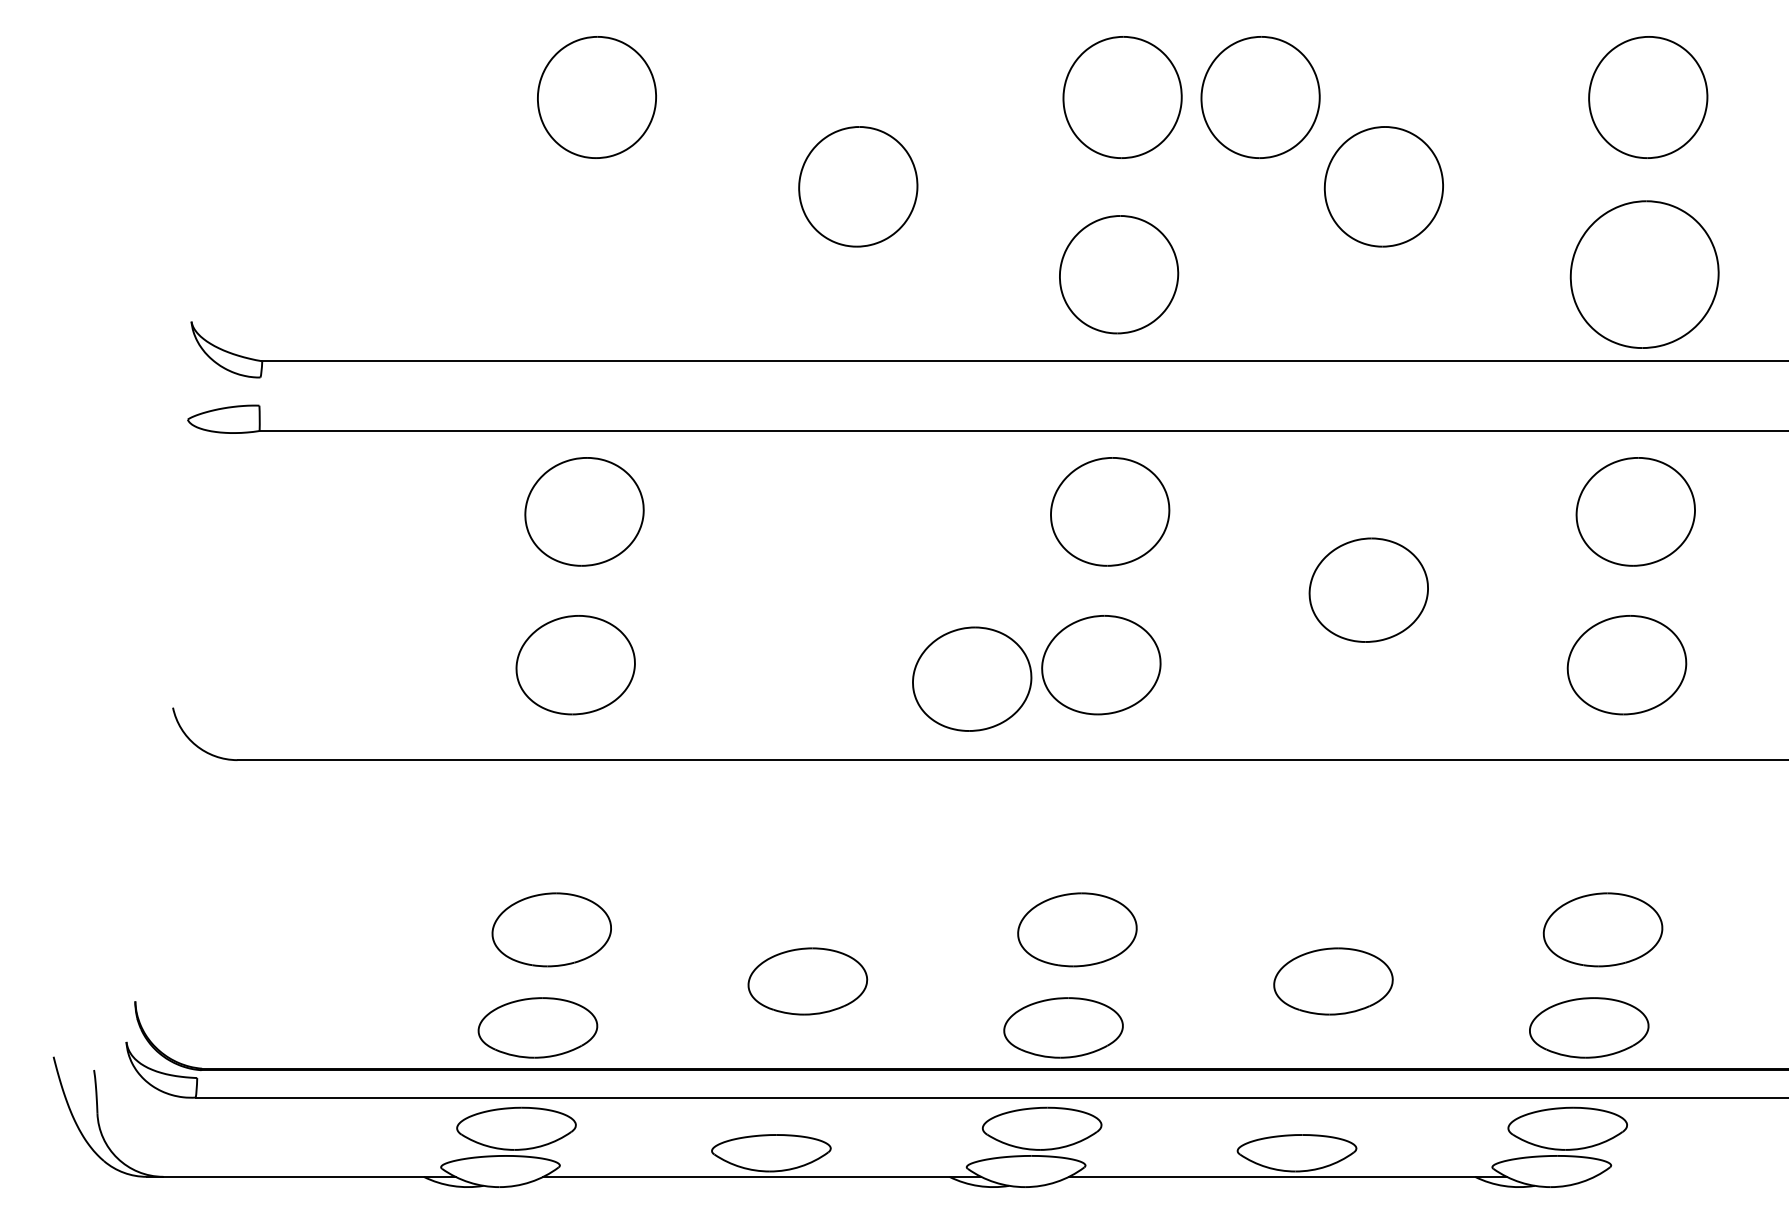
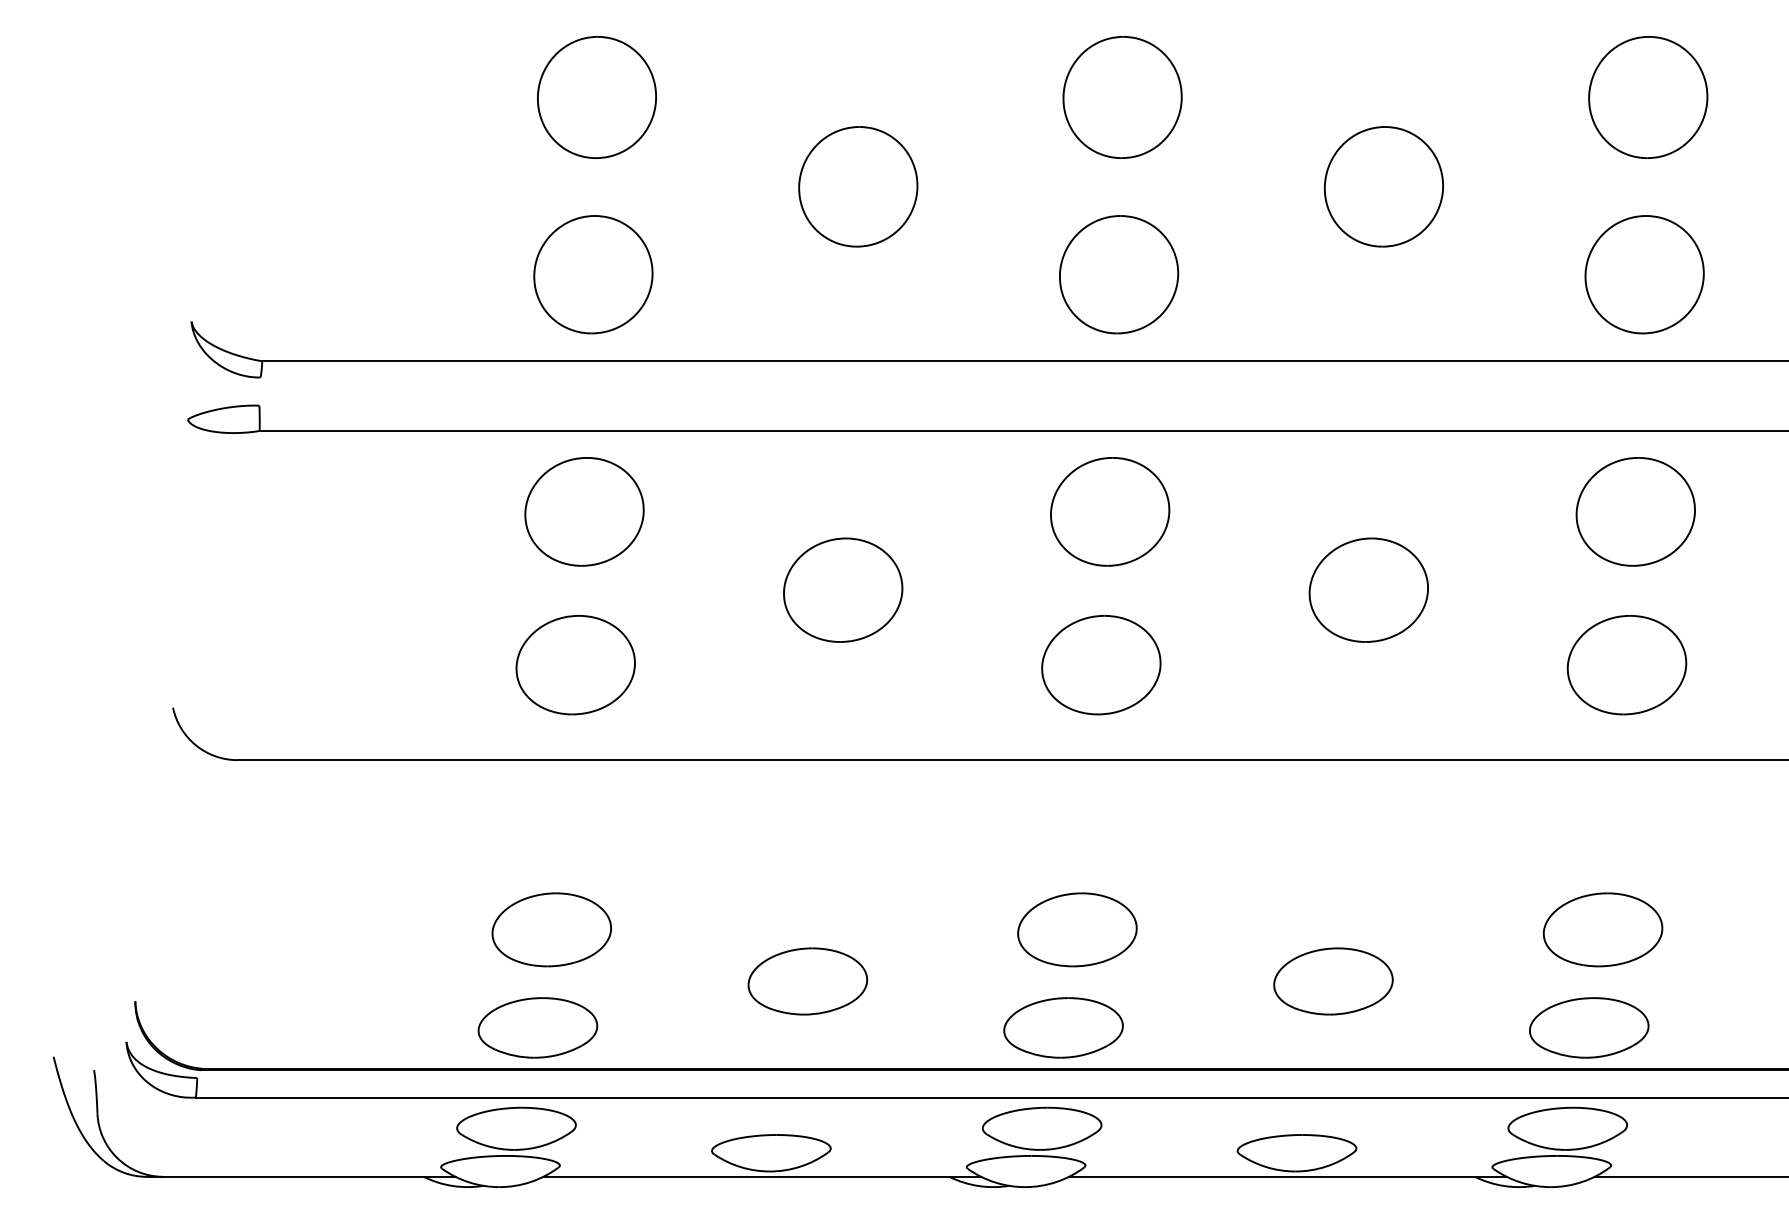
part at (1260, 97): present -> none
part at (593, 274): none -> present
part at (1644, 274) size: 151x149 px -> 121x120 px
part at (972, 678) position: (972, 678) -> (843, 589)
line at (1689, 1176): none -> present
